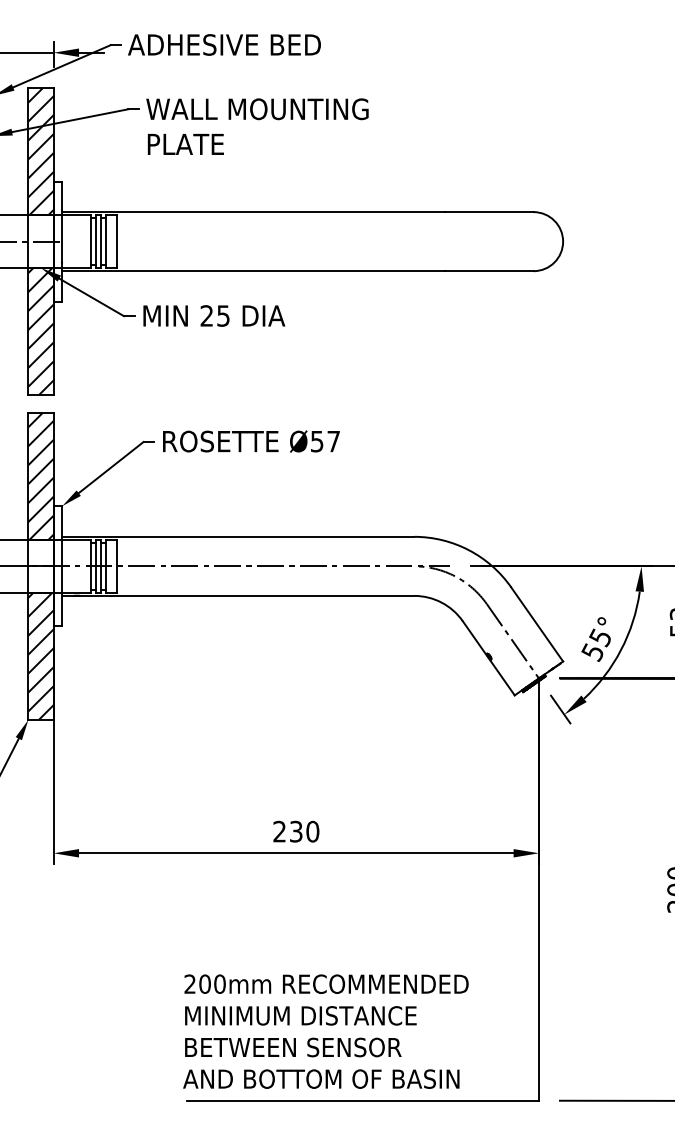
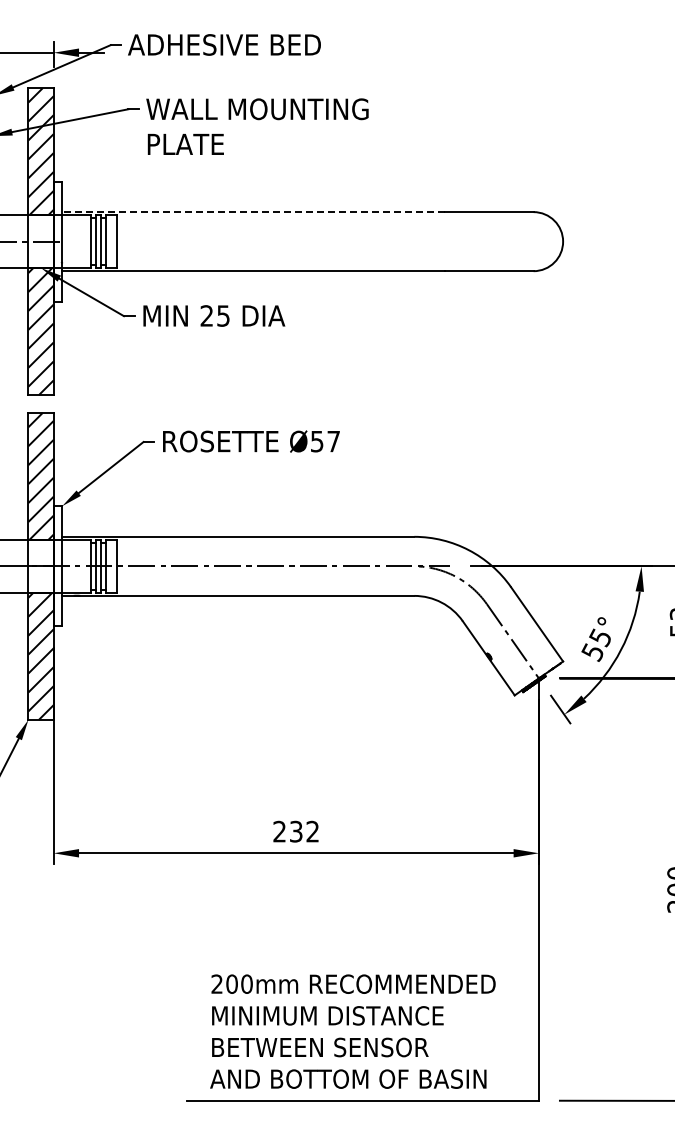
line at (253, 212): solid -> dashed
text at (312, 831): 230 -> 232
text at (325, 1031) position: (325, 1031) -> (352, 1031)
